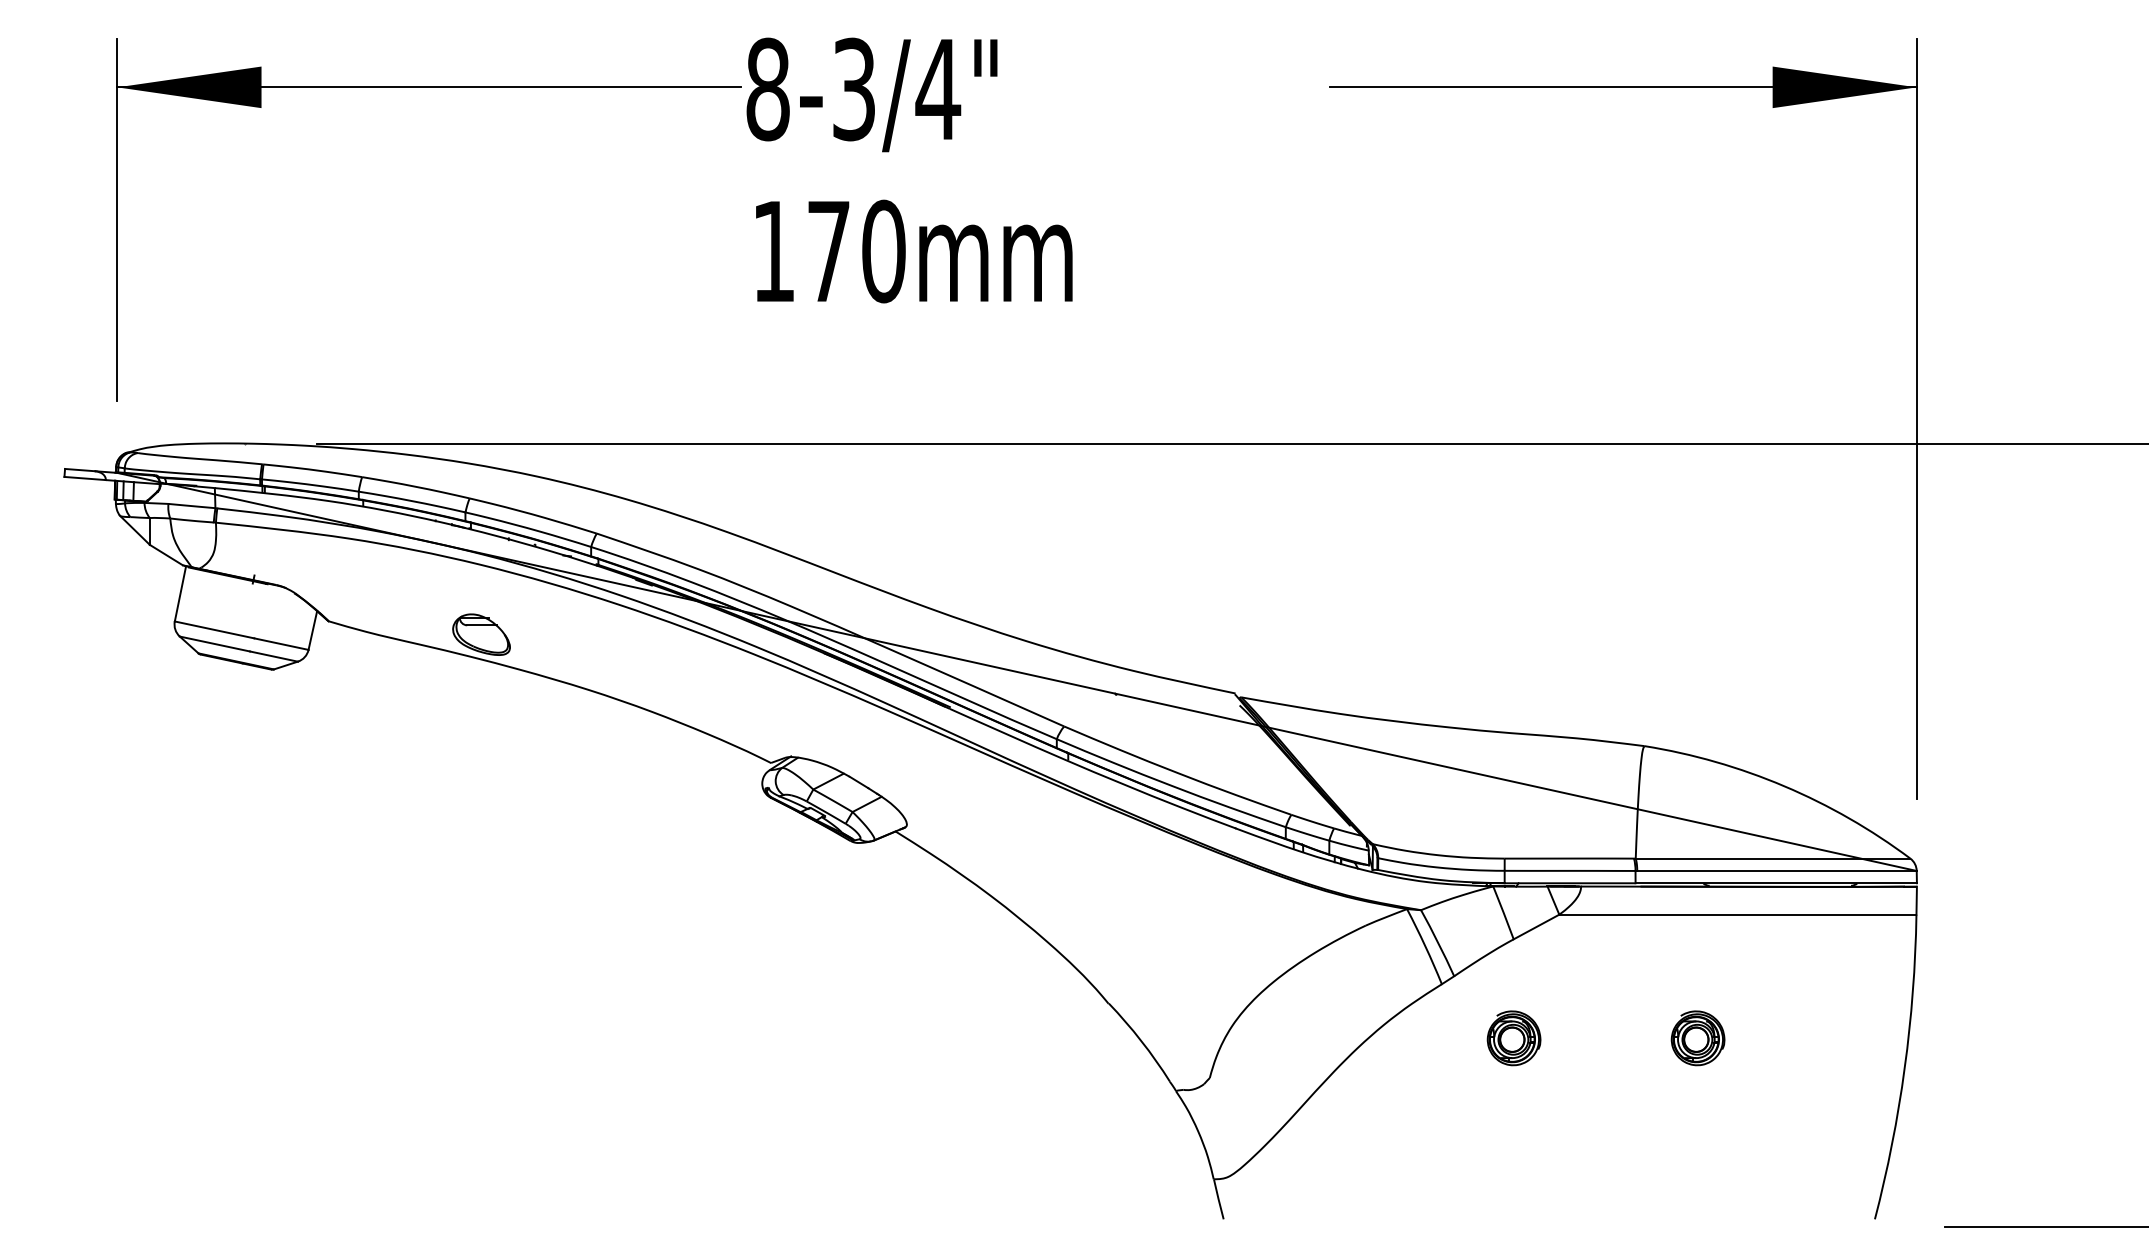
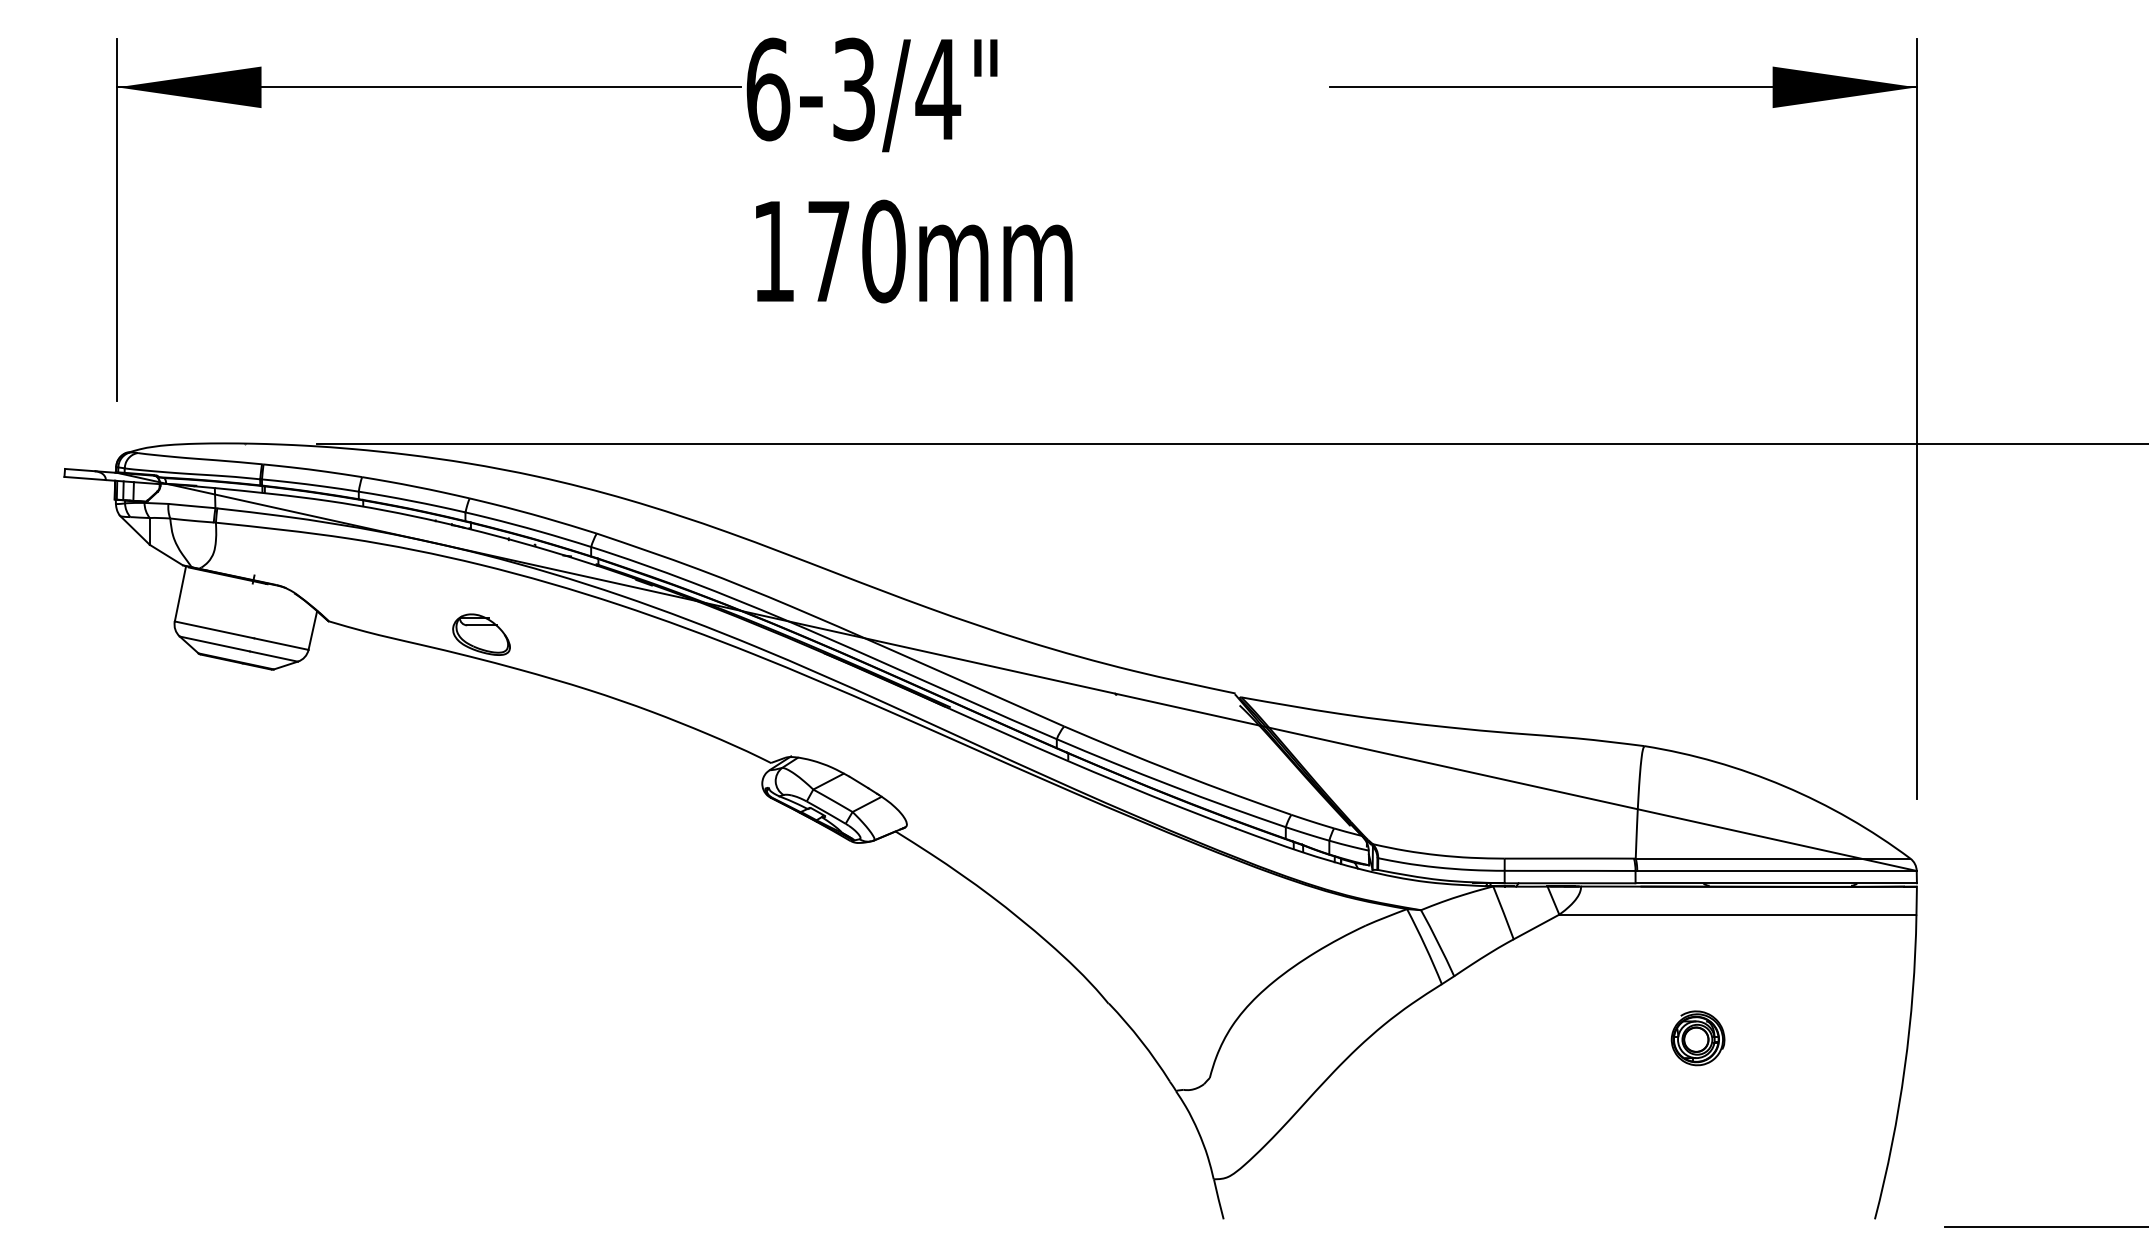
text at (768, 89): 8-3/4" -> 6-3/4"
part at (1513, 1038): present -> none
